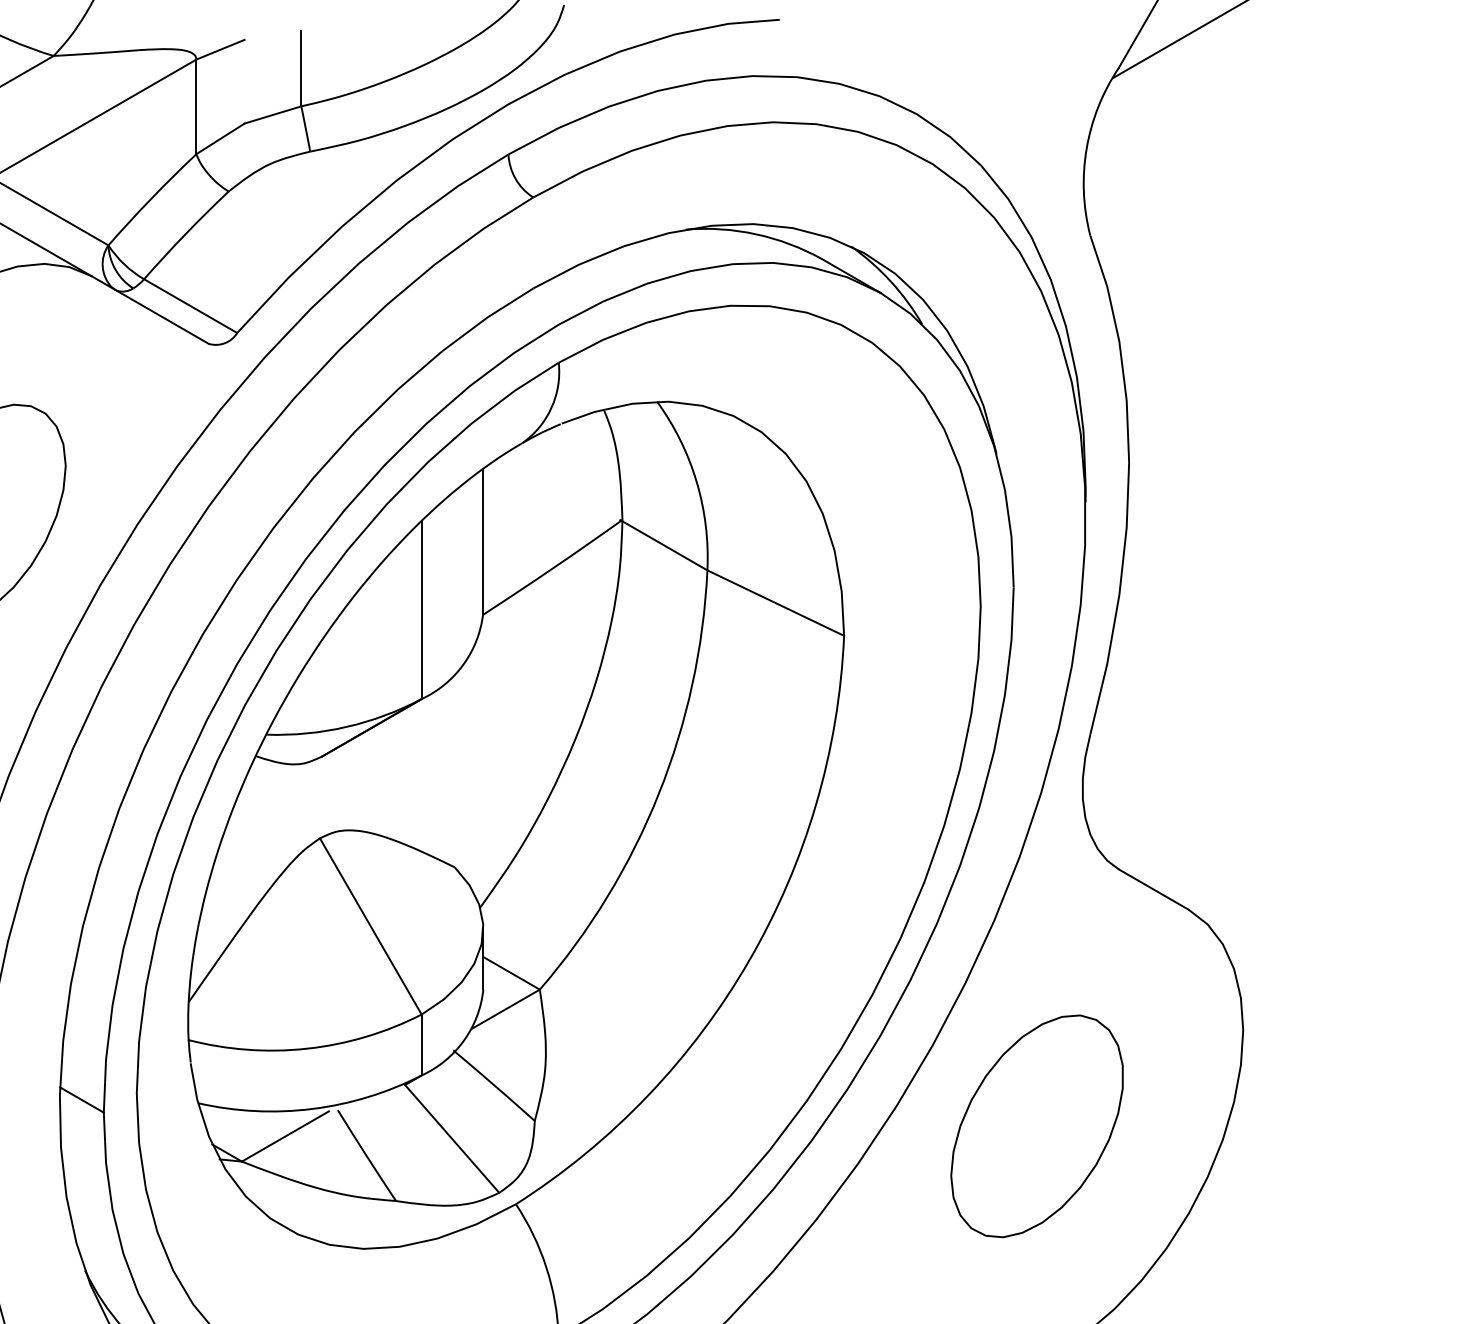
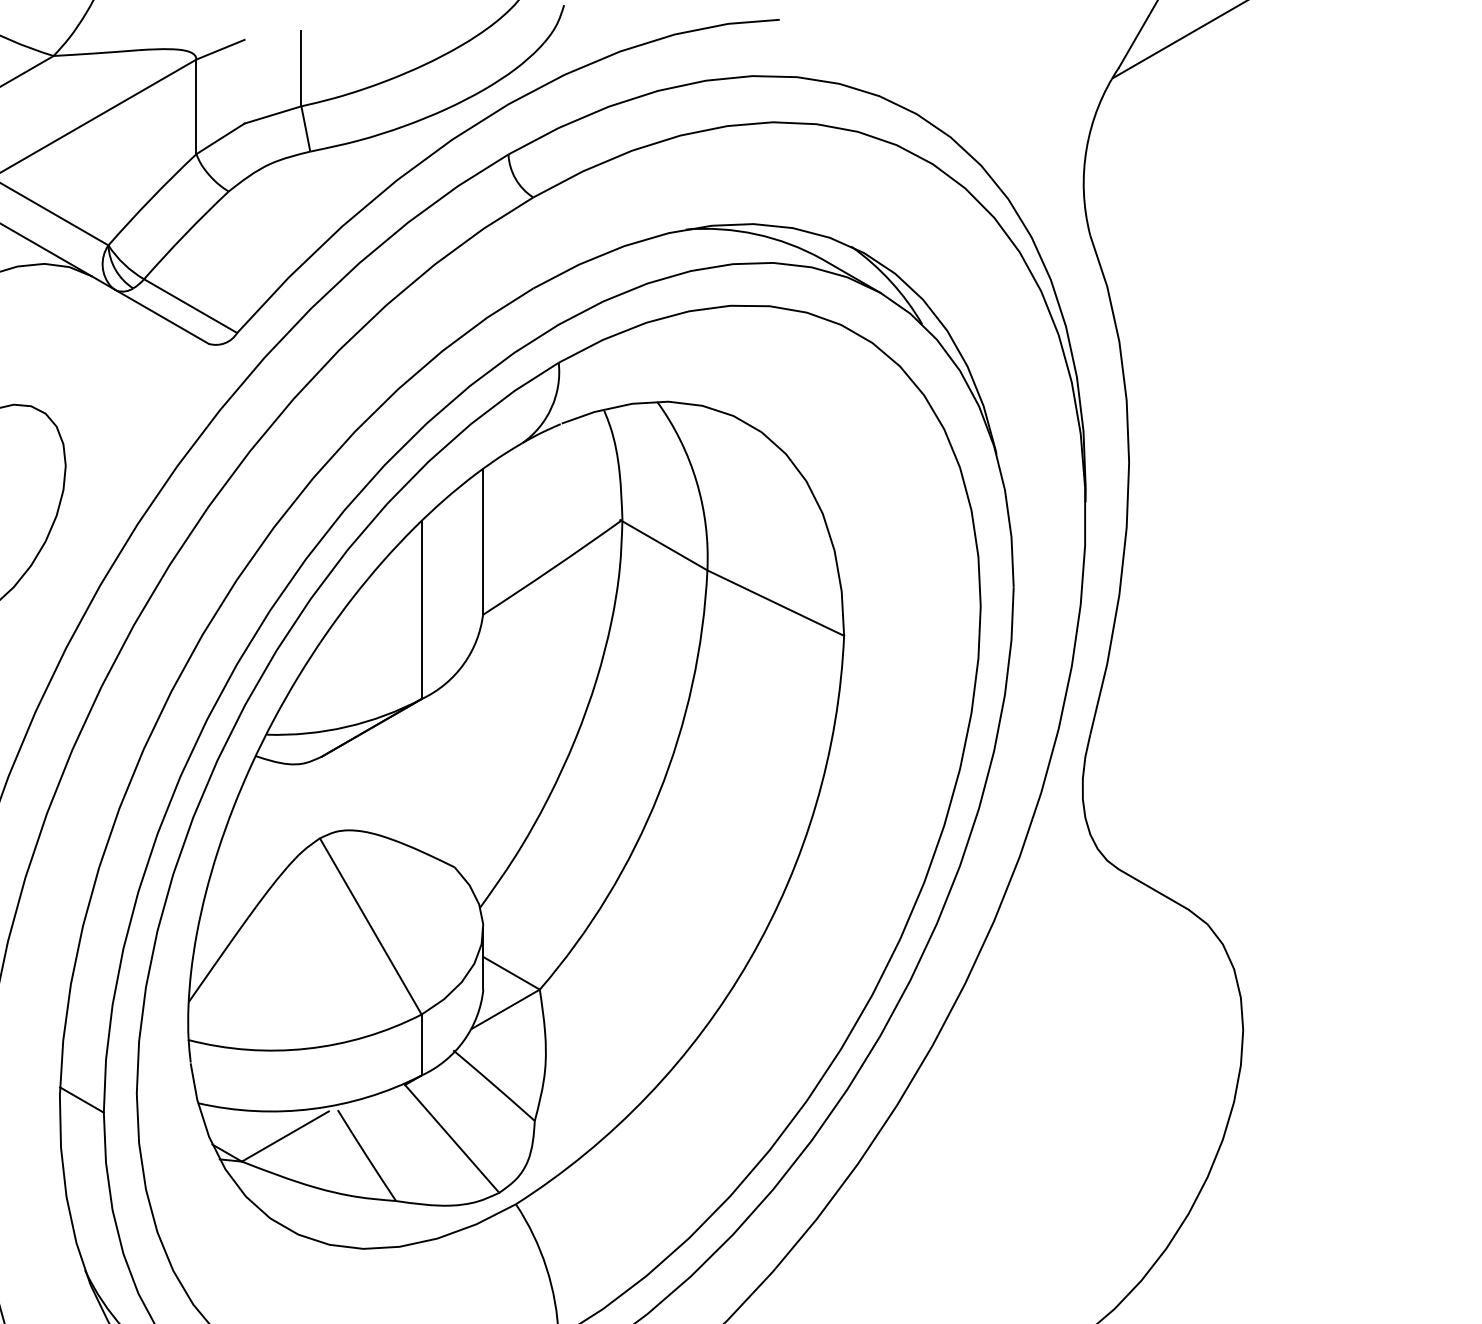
part at (1036, 1126): present -> none
